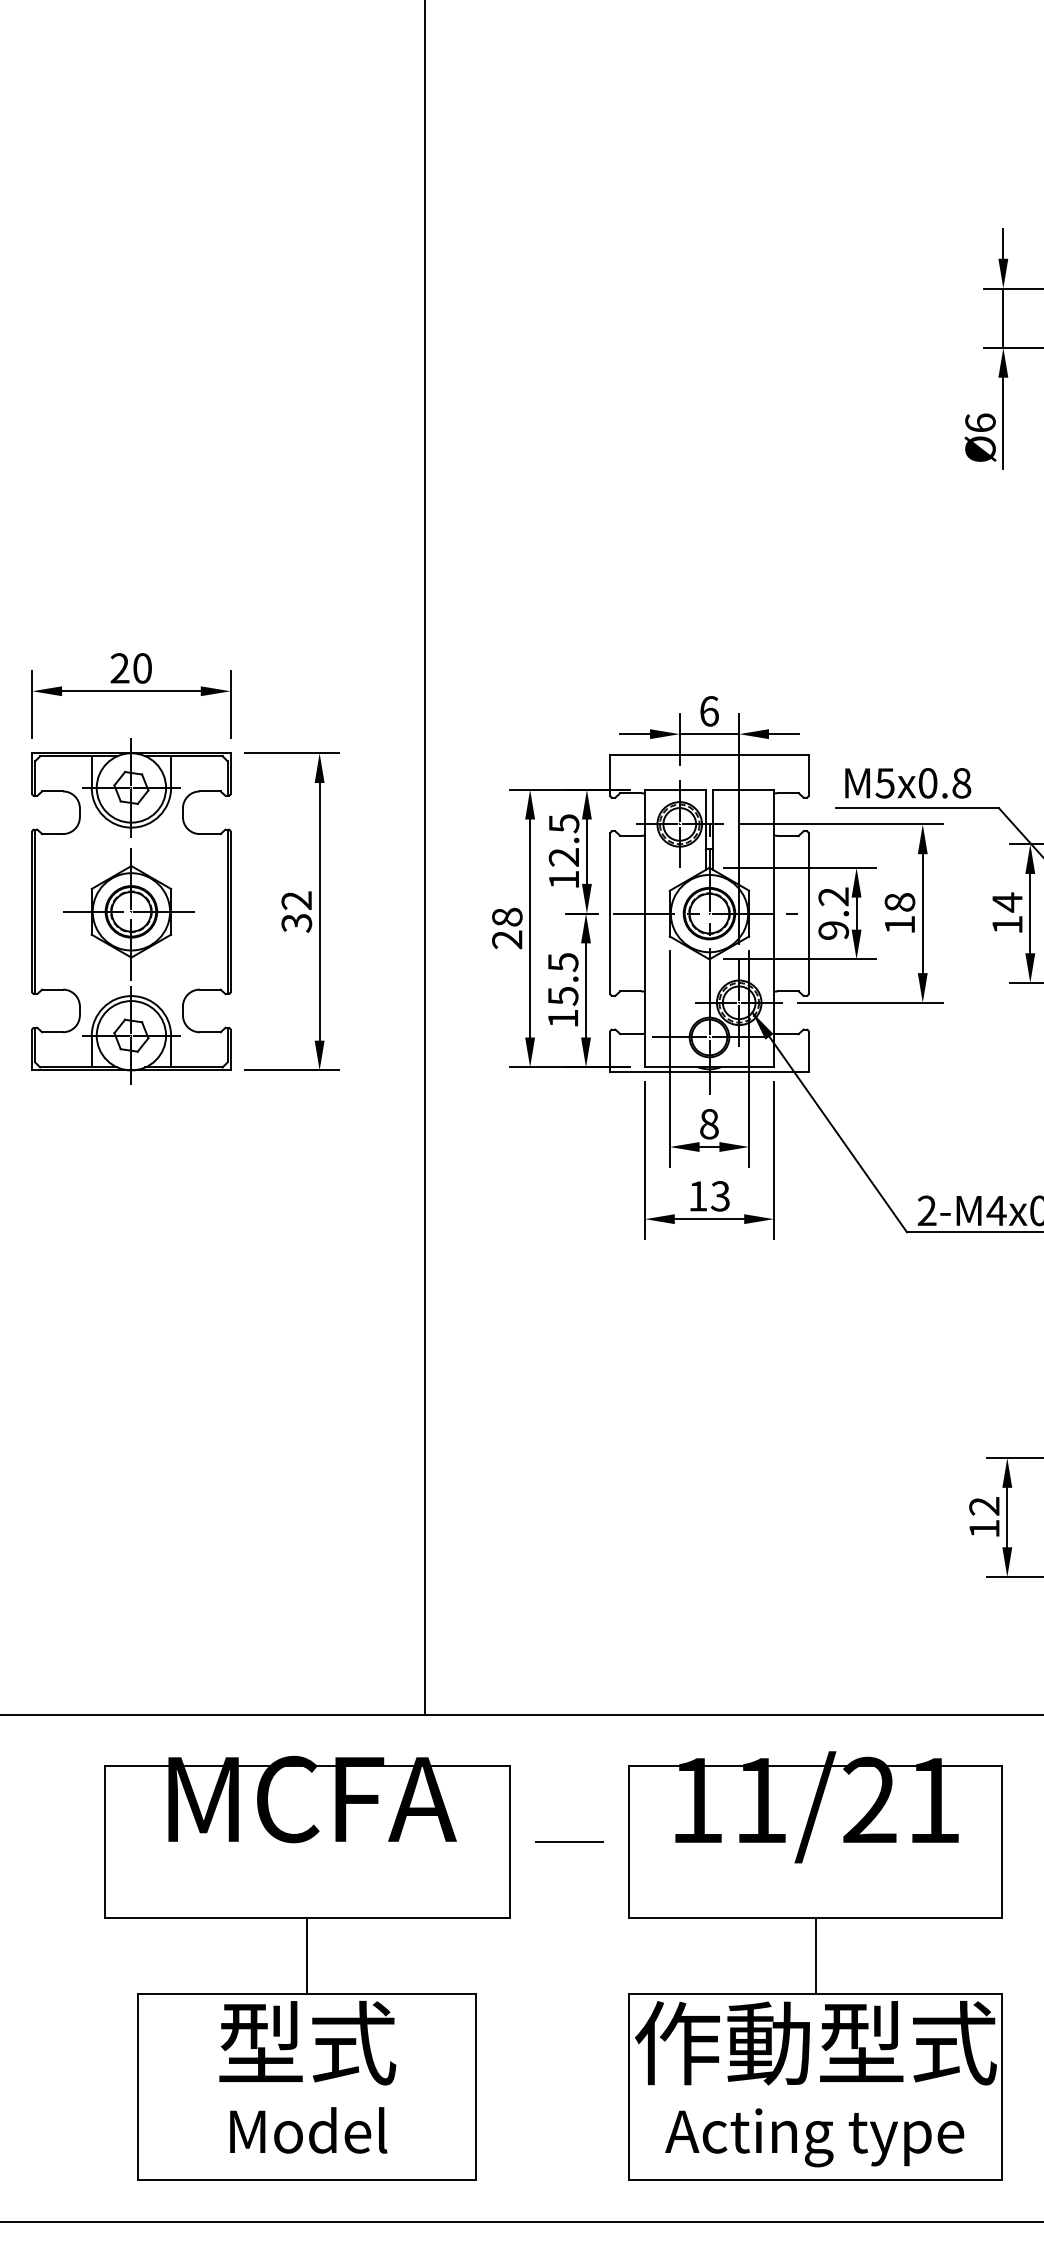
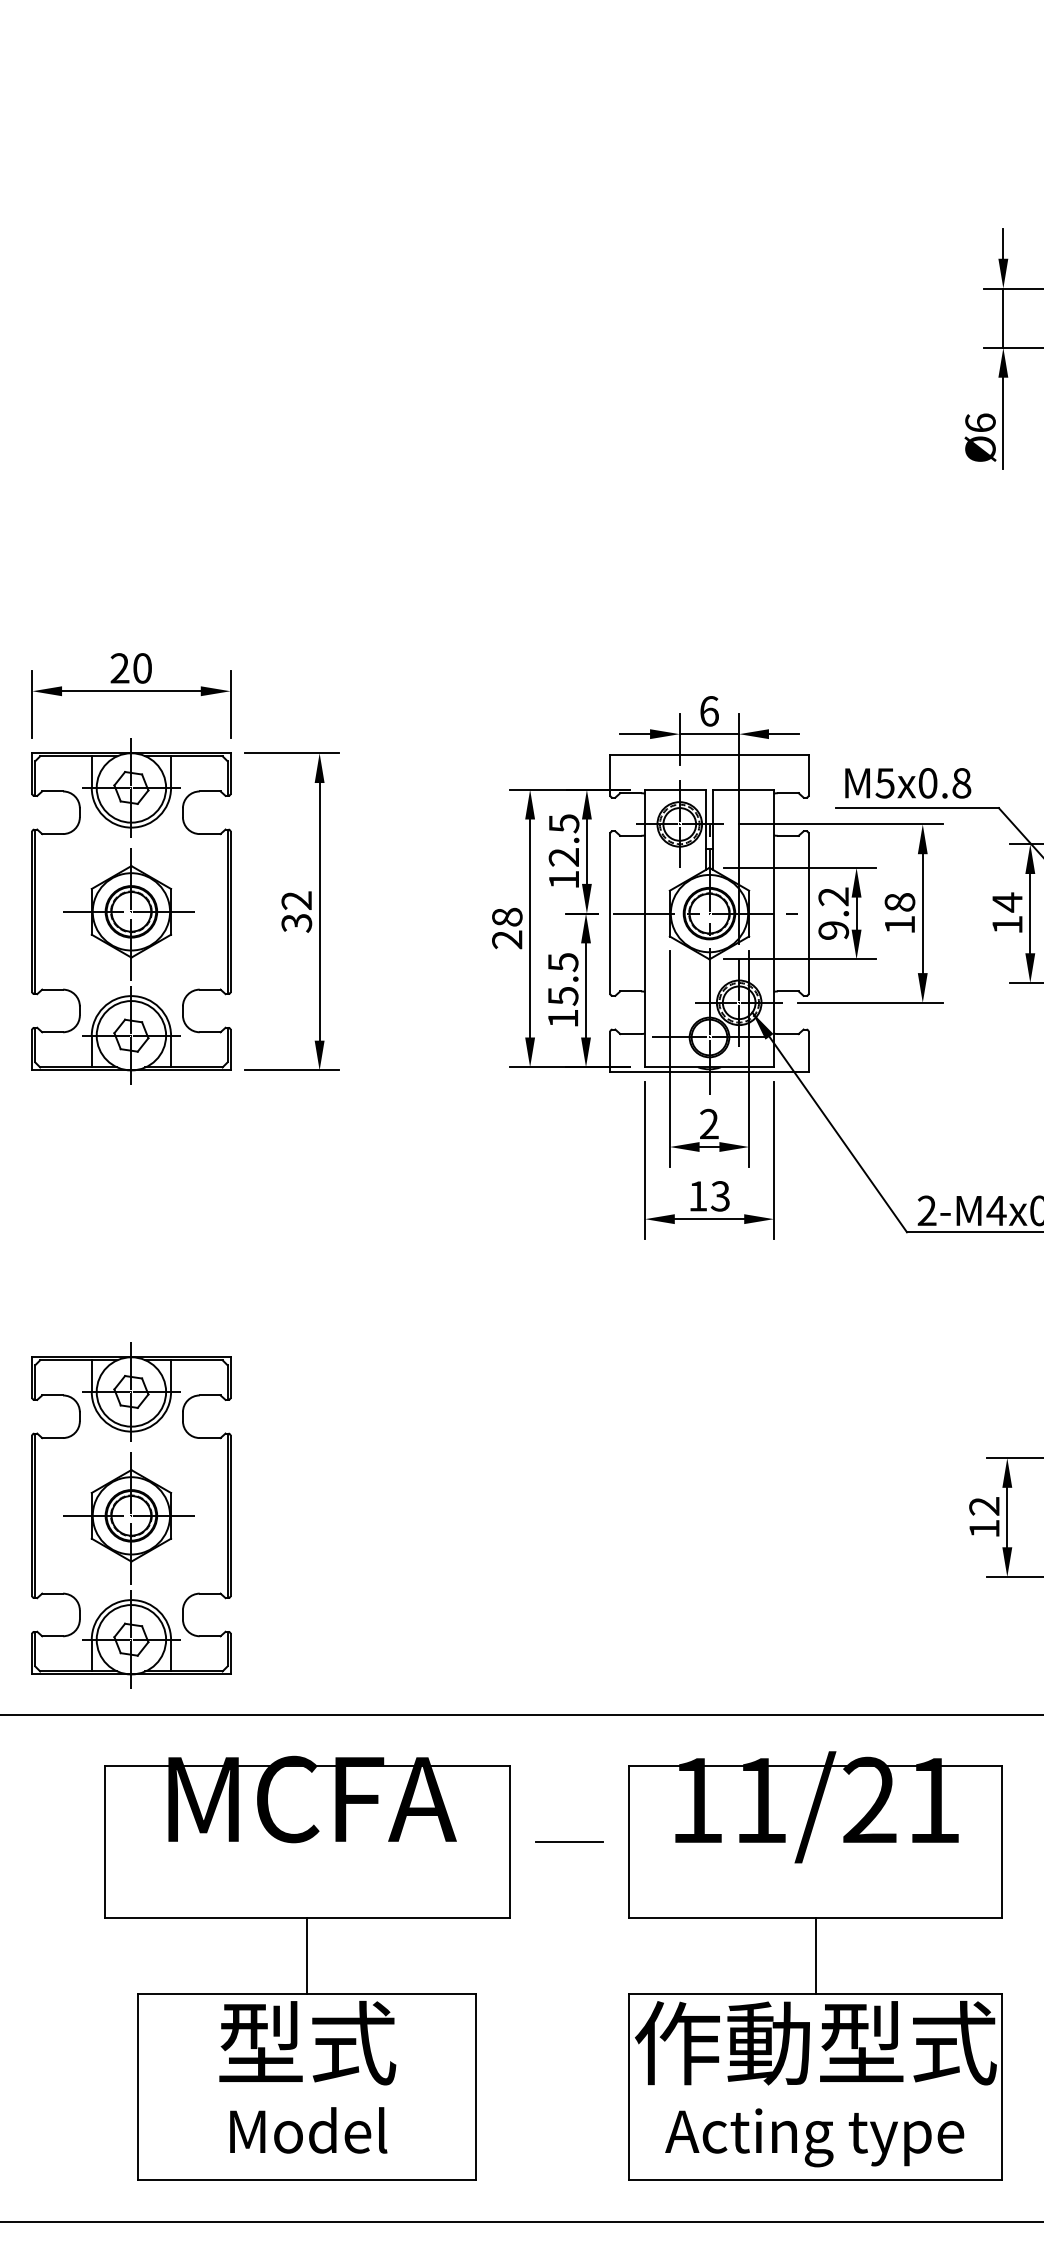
line at (424, 858): present -> none
text at (709, 1123): 8 -> 2
part at (131, 1515): none -> present
